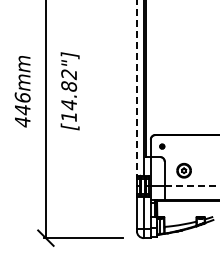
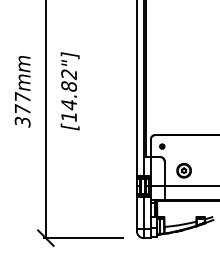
line at (136, 88): dashed -> solid
text at (22, 109): 446mm -> 377mm
line at (192, 186): dashed -> solid
